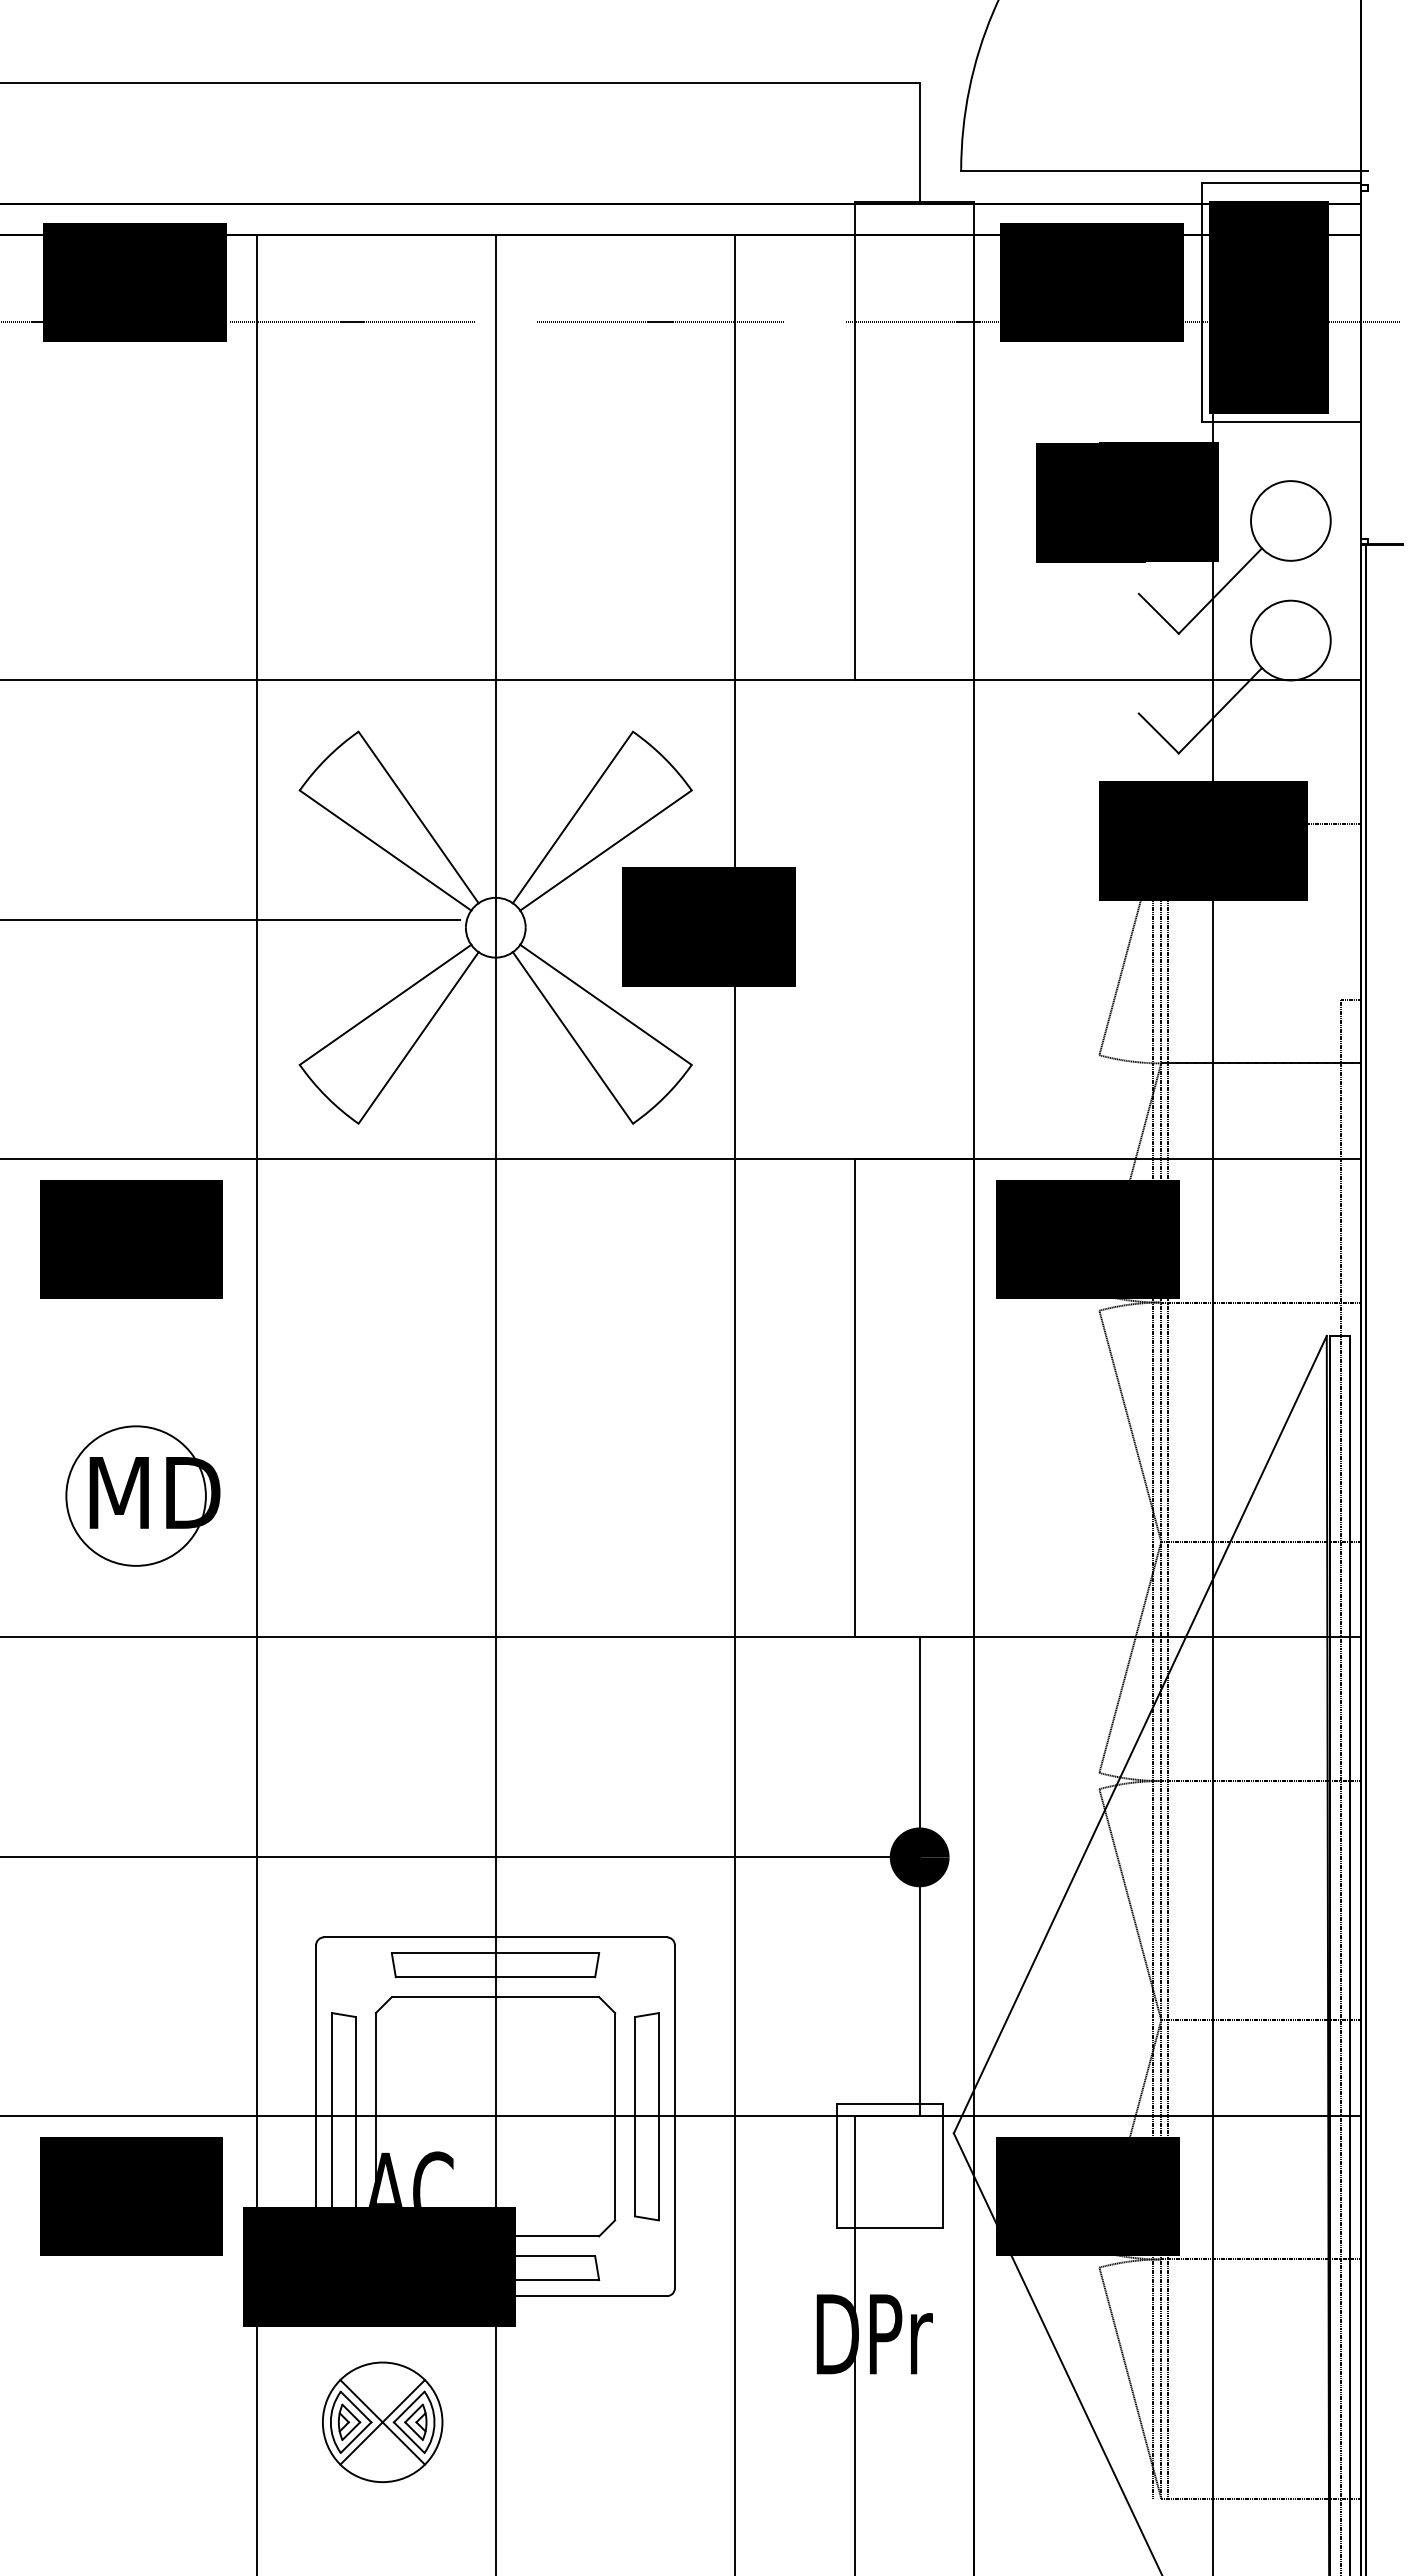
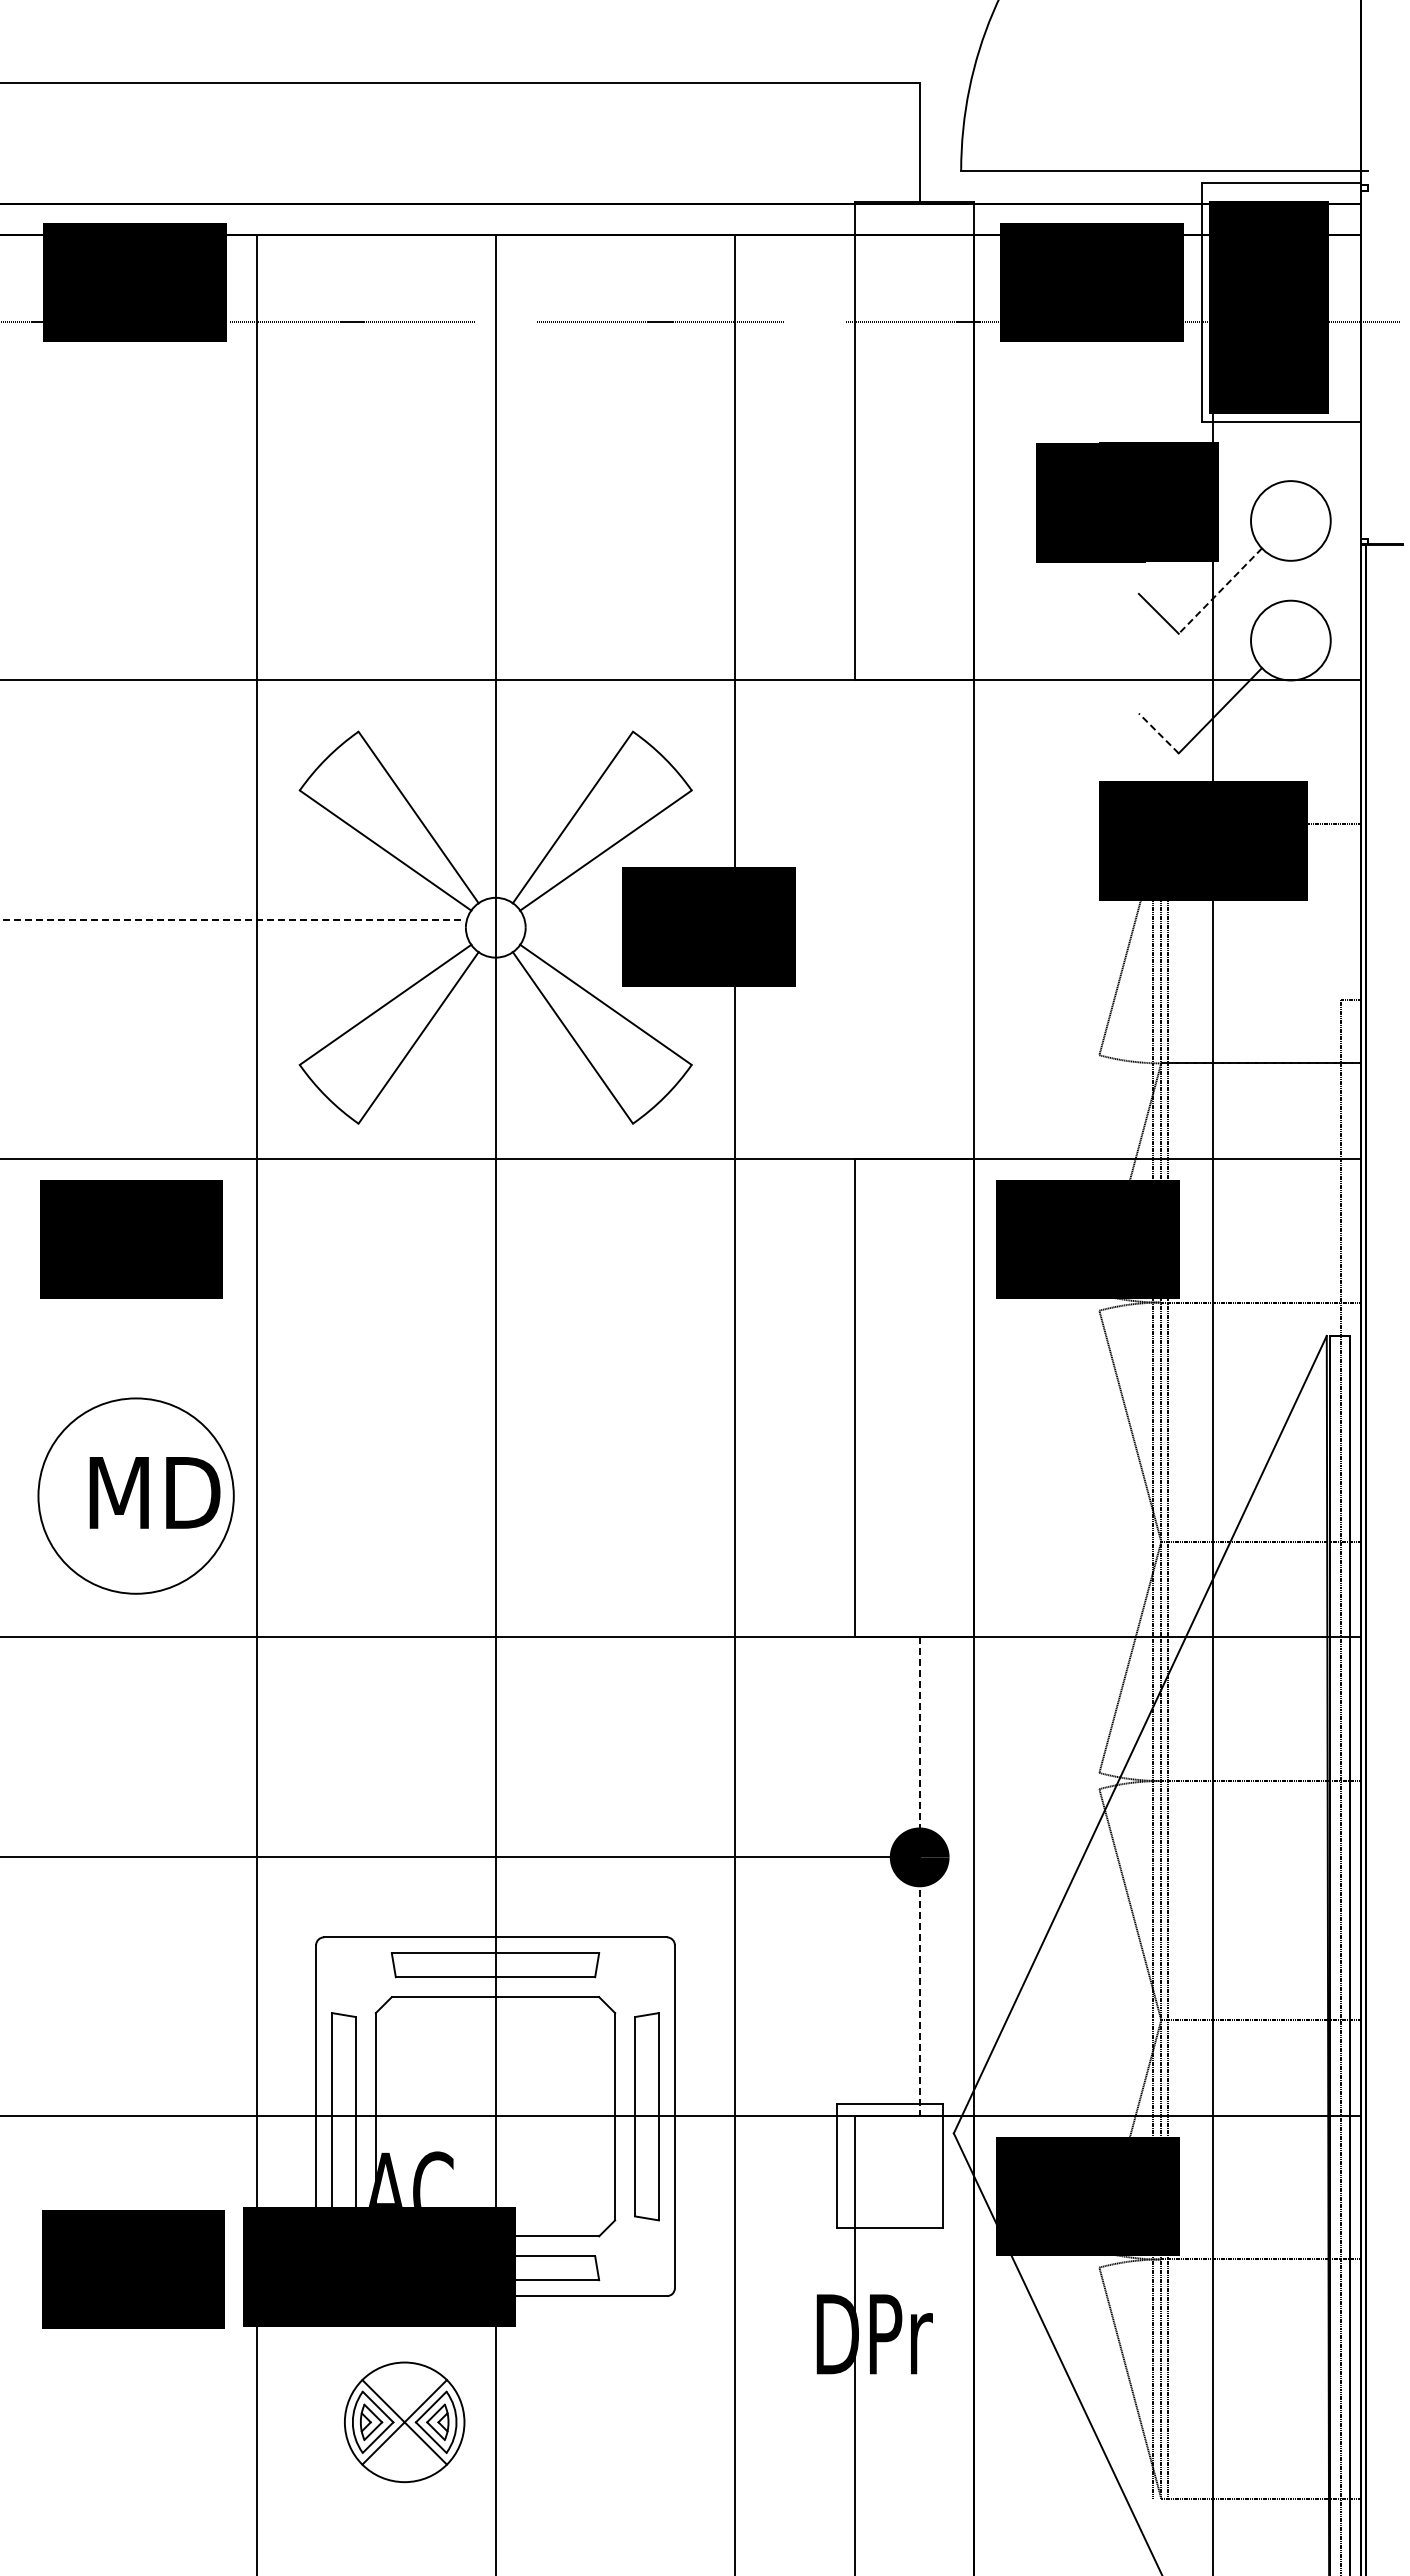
line at (1220, 591): solid -> dashed
line at (1158, 733): solid -> dashed
line at (230, 920): solid -> dashed
circle at (135, 1495) diameter: 140 px -> 195 px
line at (919, 1876): solid -> dashed
text at (131, 2196) position: (131, 2196) -> (133, 2269)
part at (382, 2421) position: (382, 2421) -> (404, 2421)
